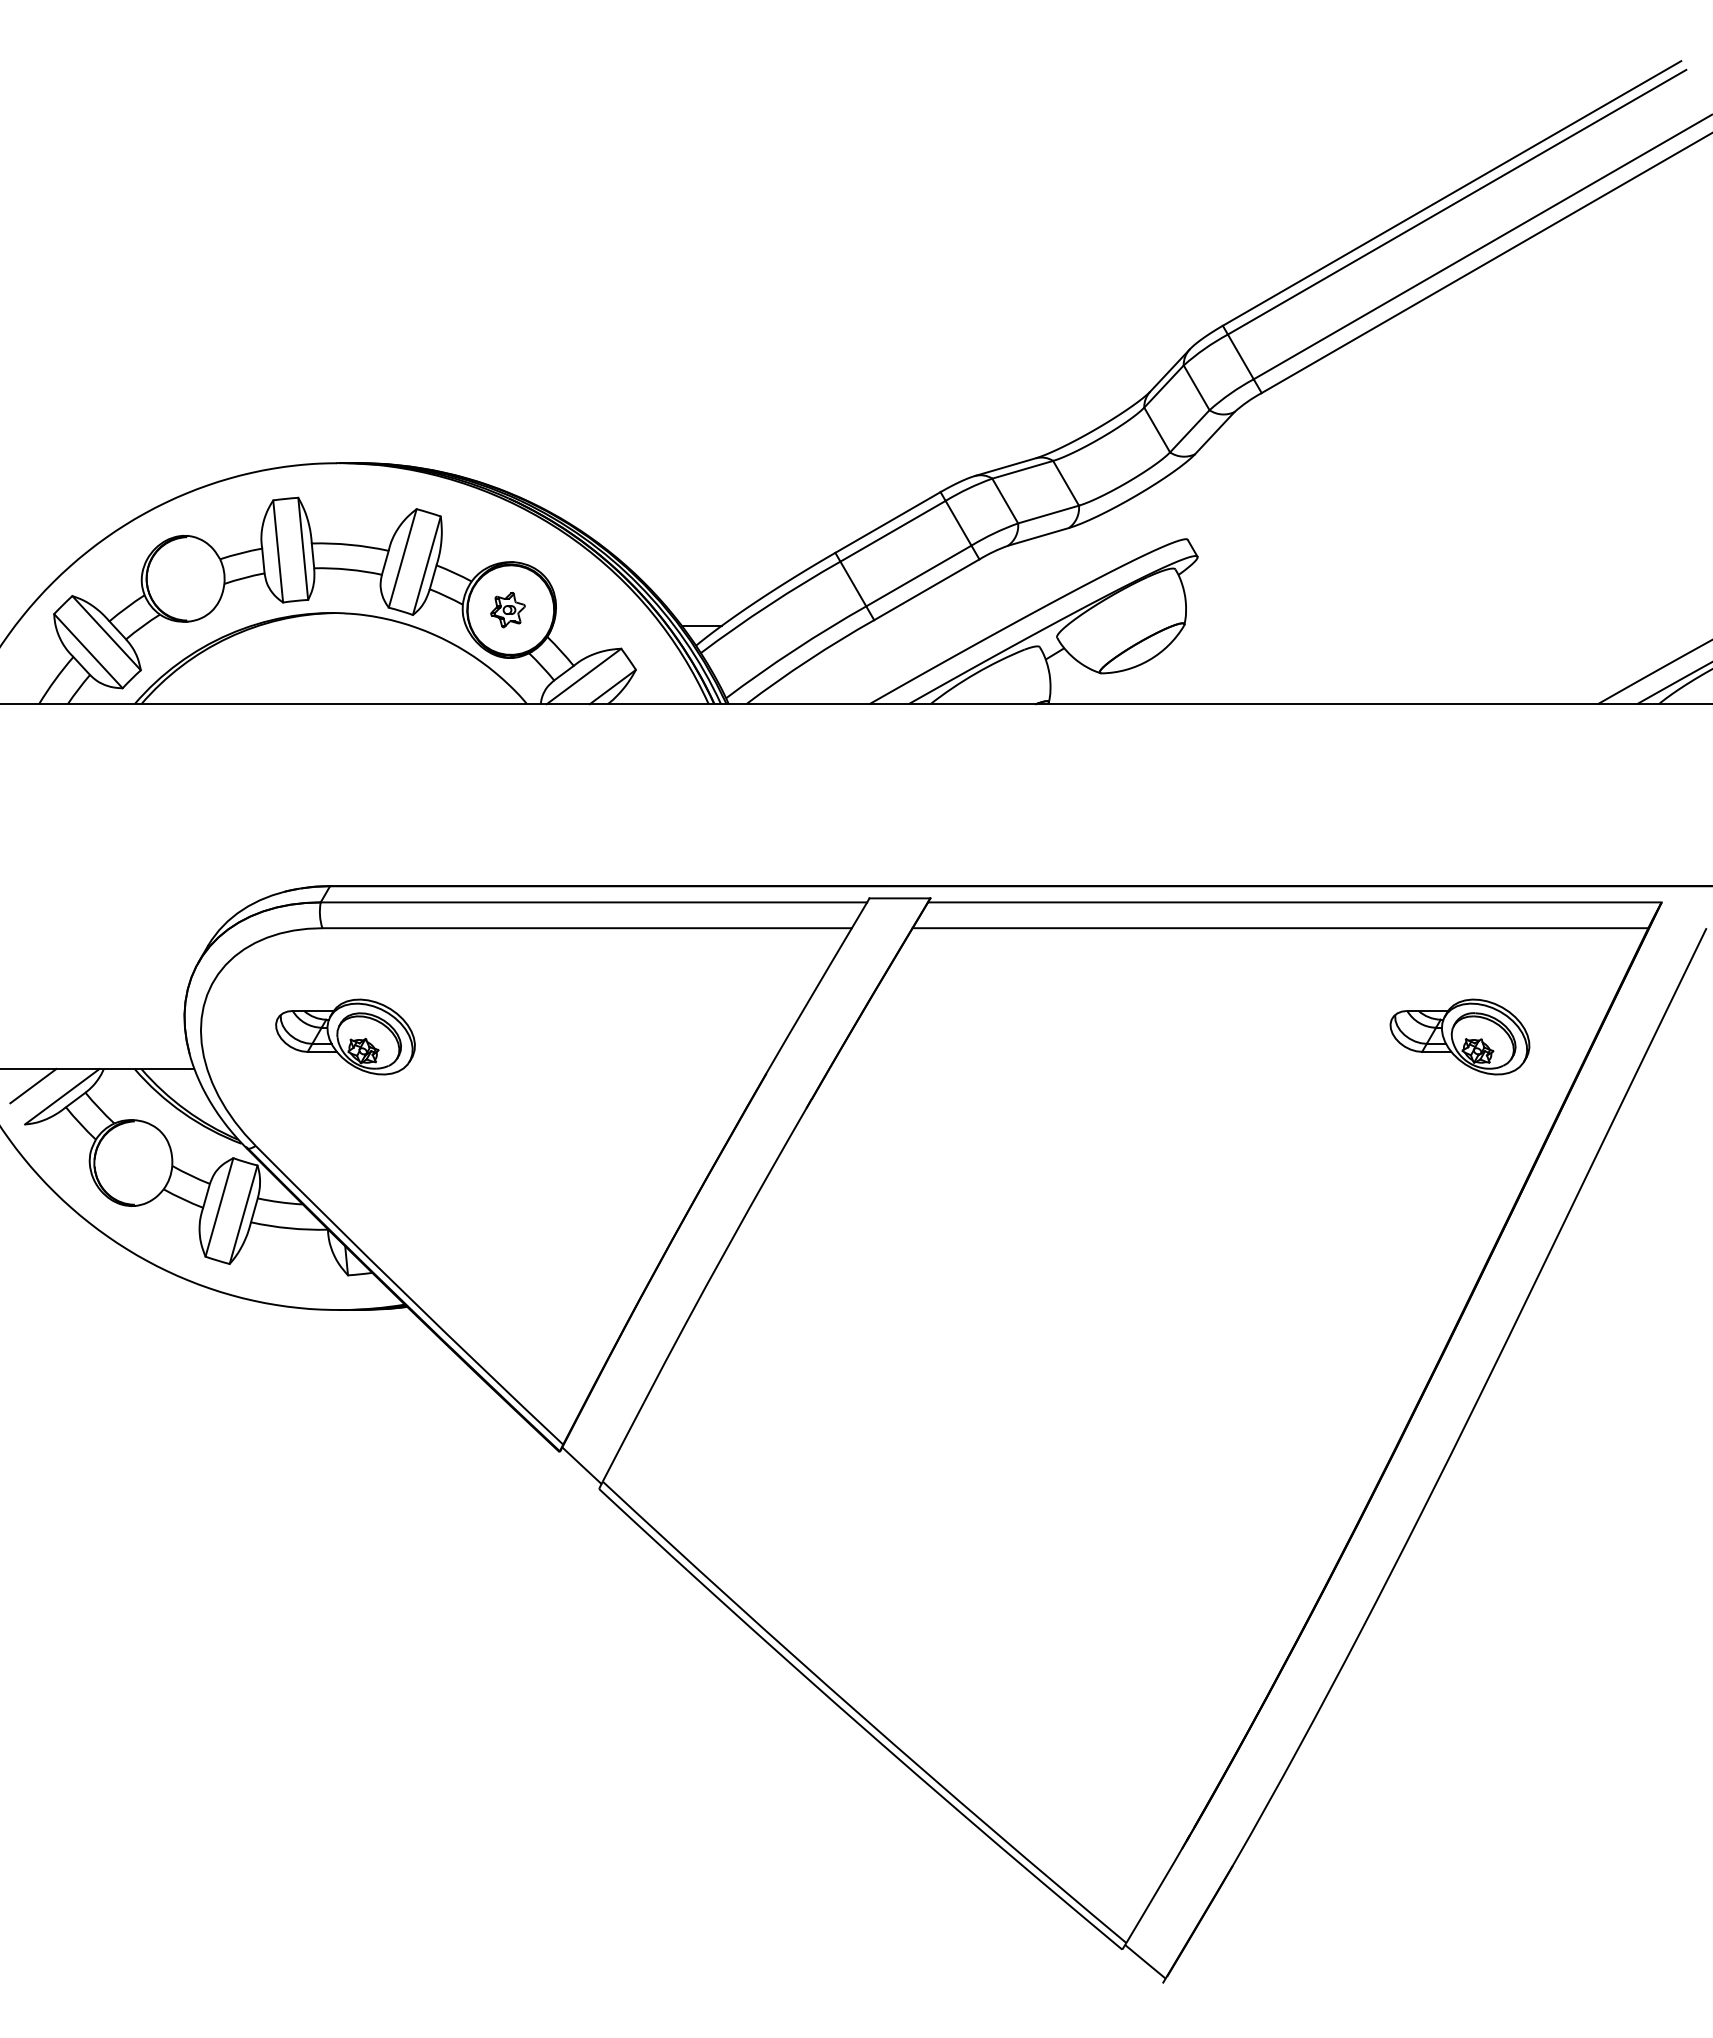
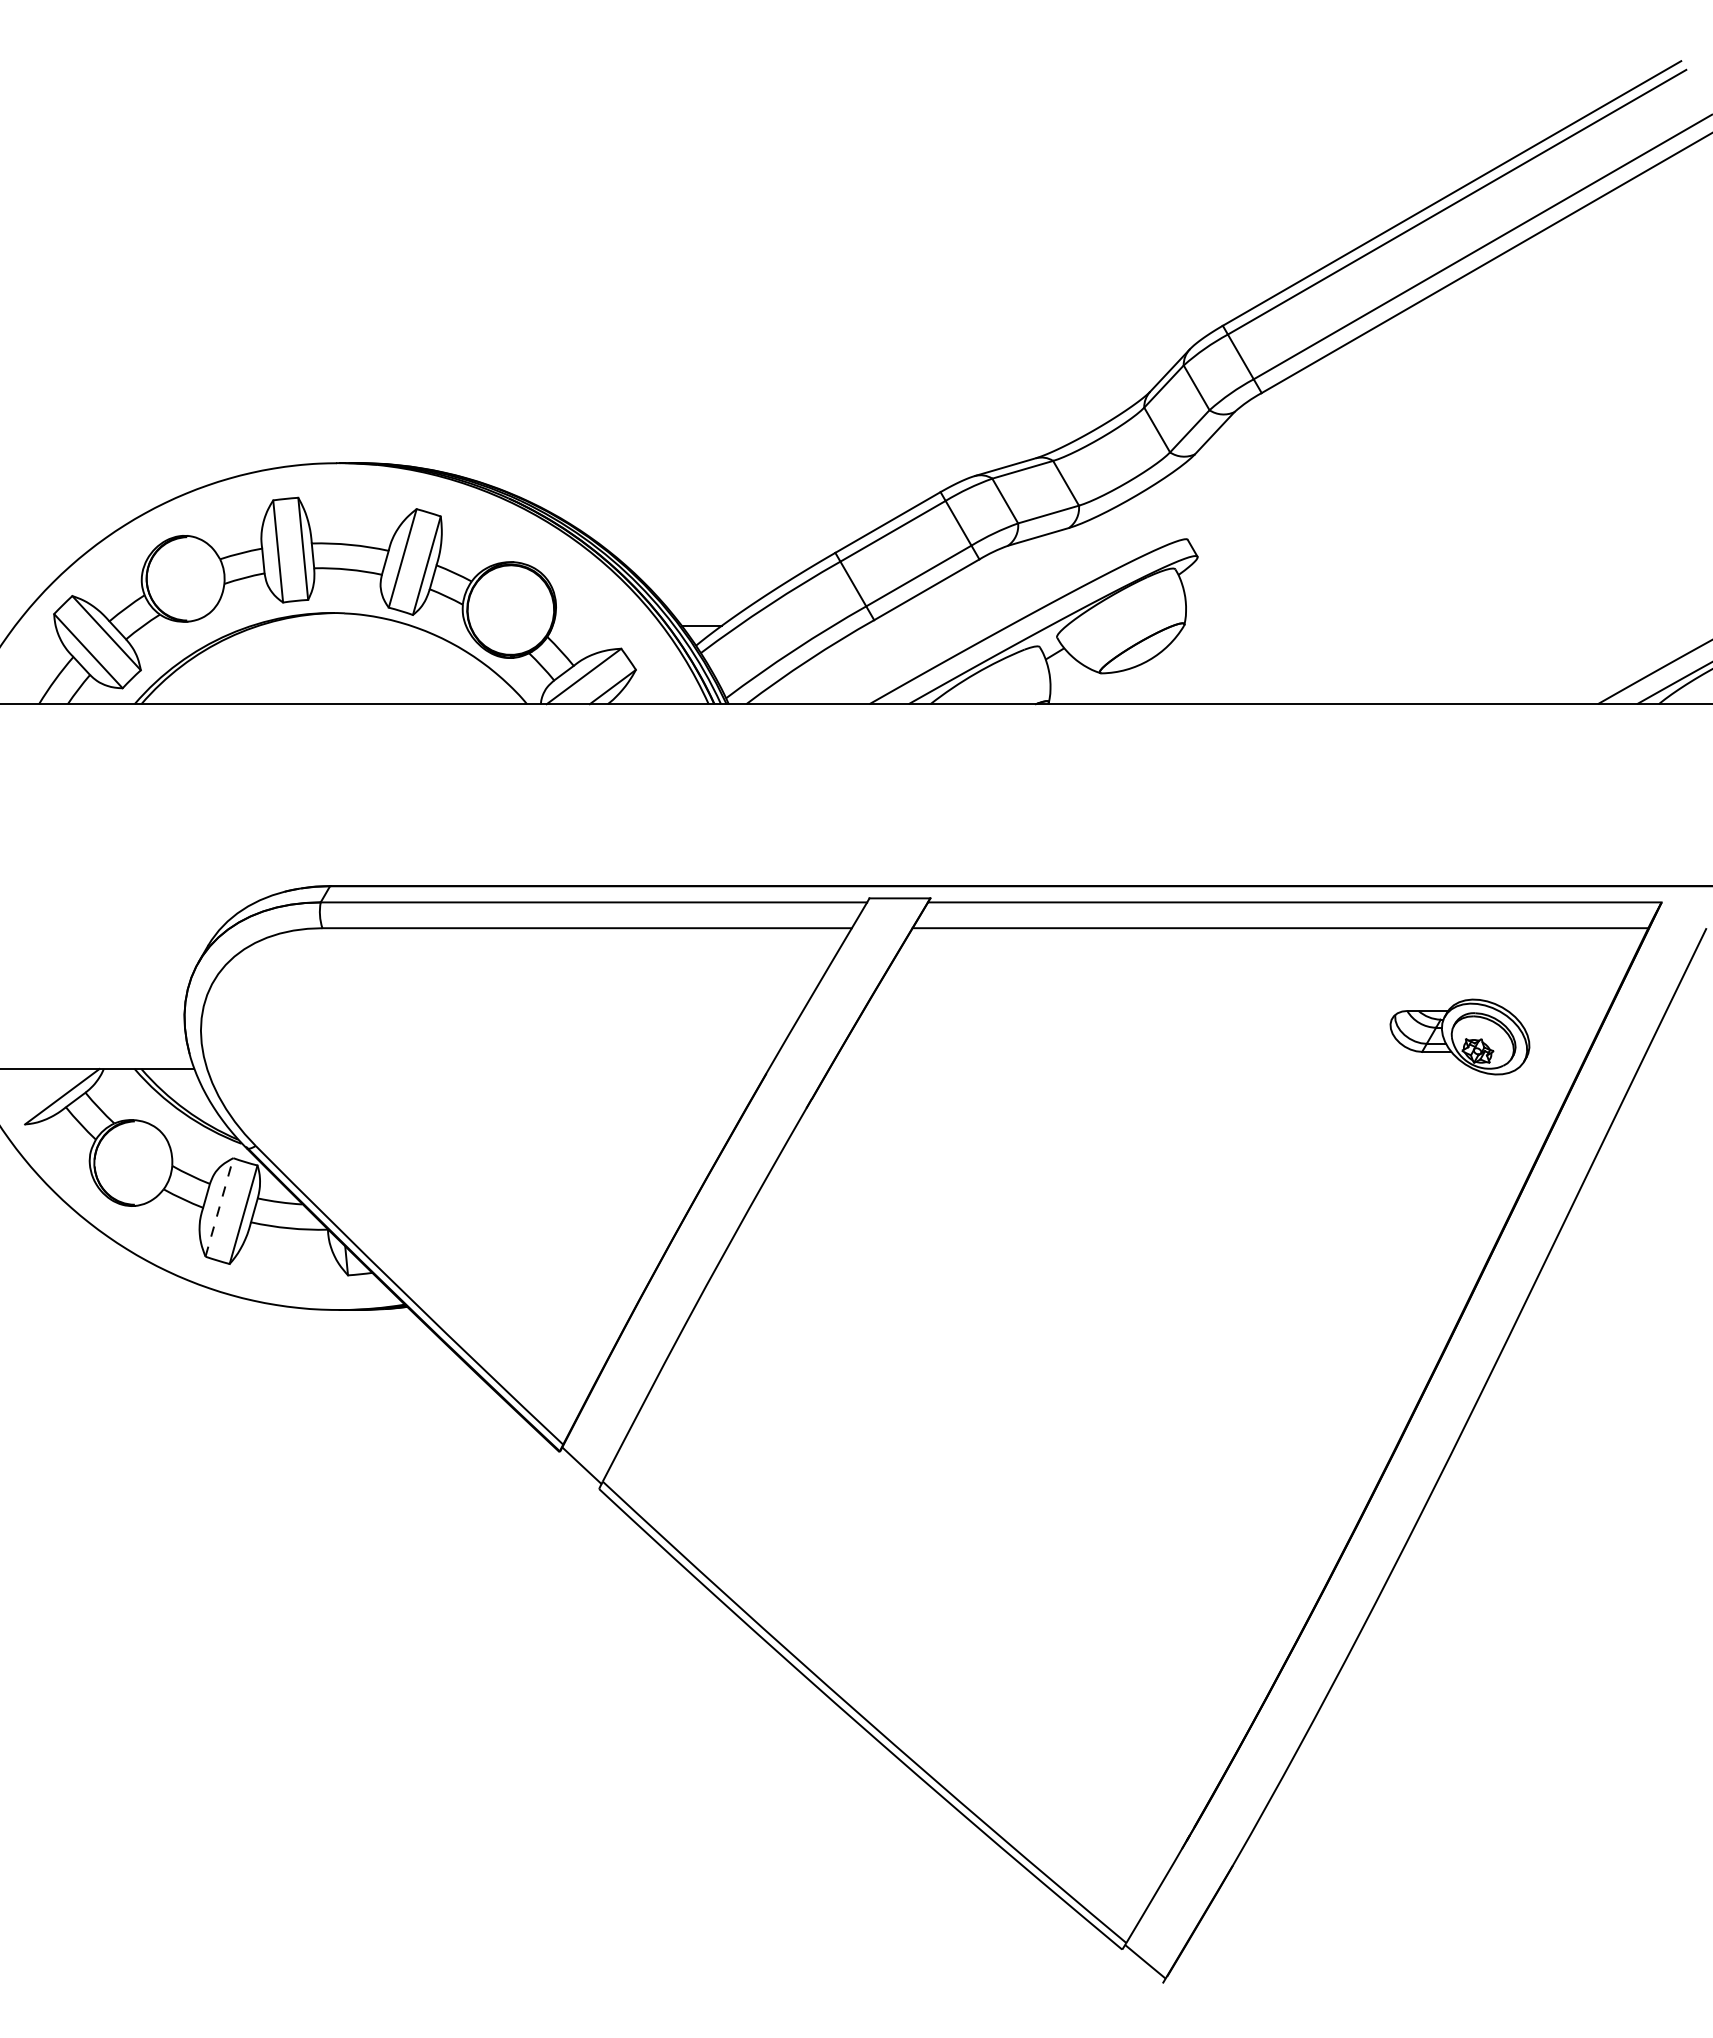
part at (507, 610): present -> none
part at (345, 1036): present -> none
line at (33, 1086): present -> none
line at (219, 1206): solid -> dashed
